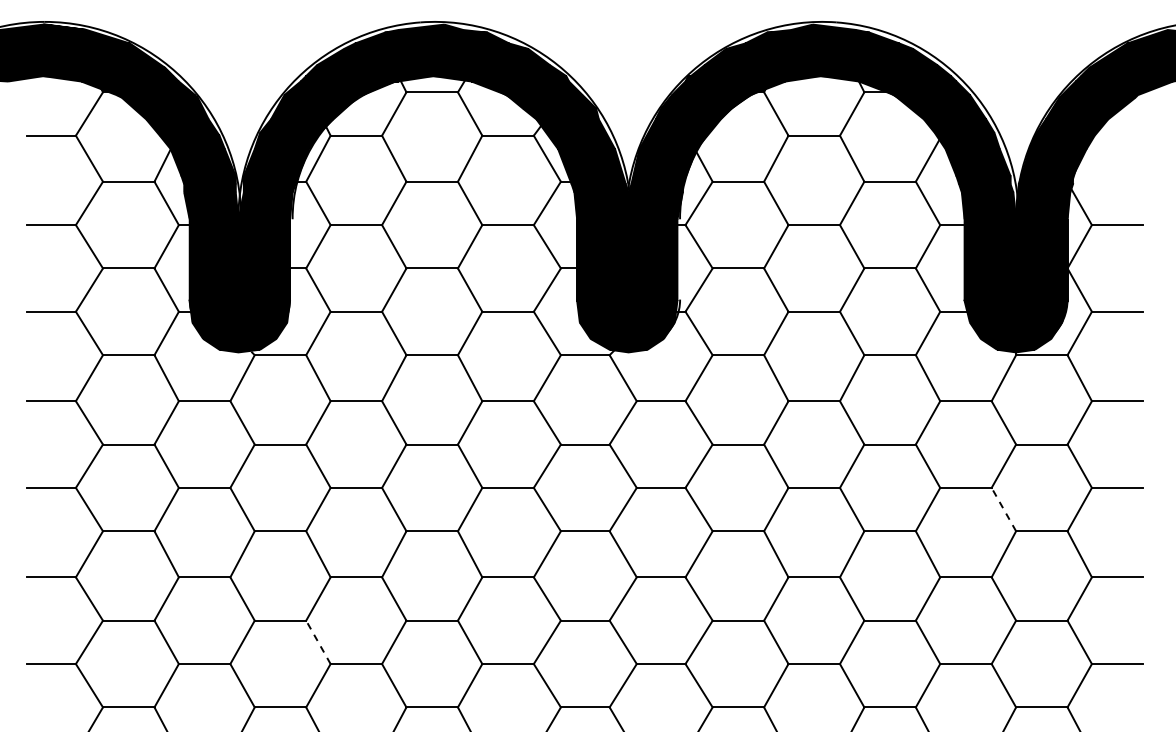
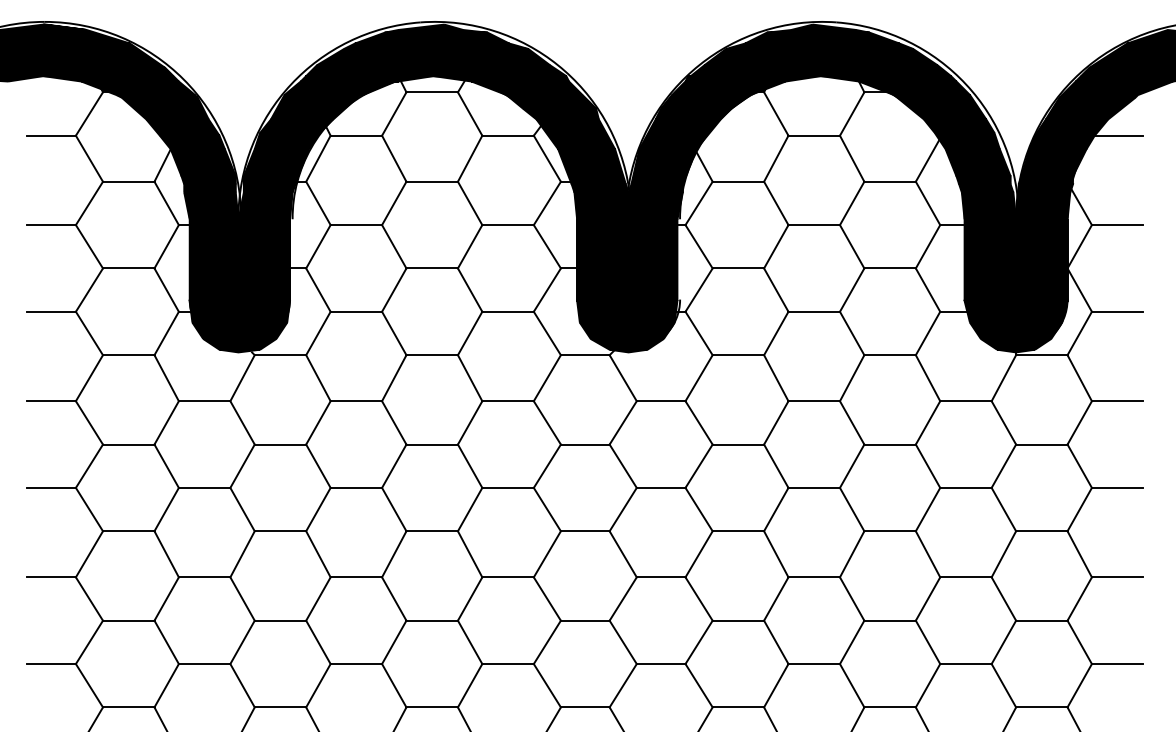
line at (1118, 135): none -> present
line at (1003, 509): dashed -> solid
line at (318, 642): dashed -> solid
